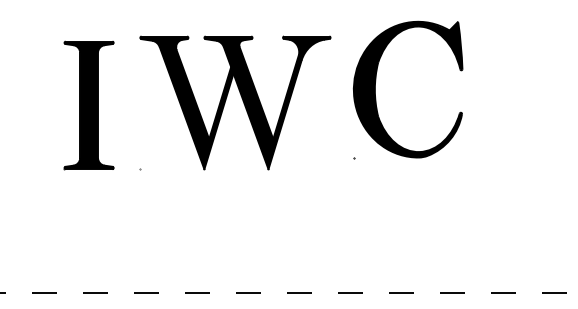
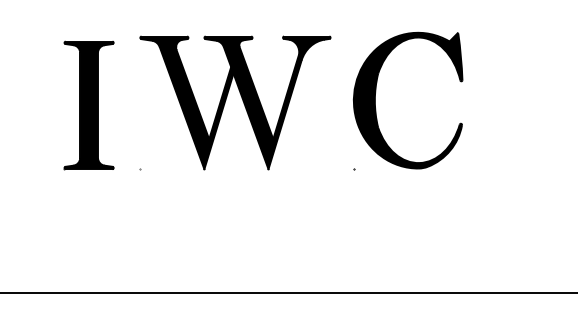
part at (375, 89) position: (375, 89) -> (375, 100)
line at (289, 292): dashed -> solid
